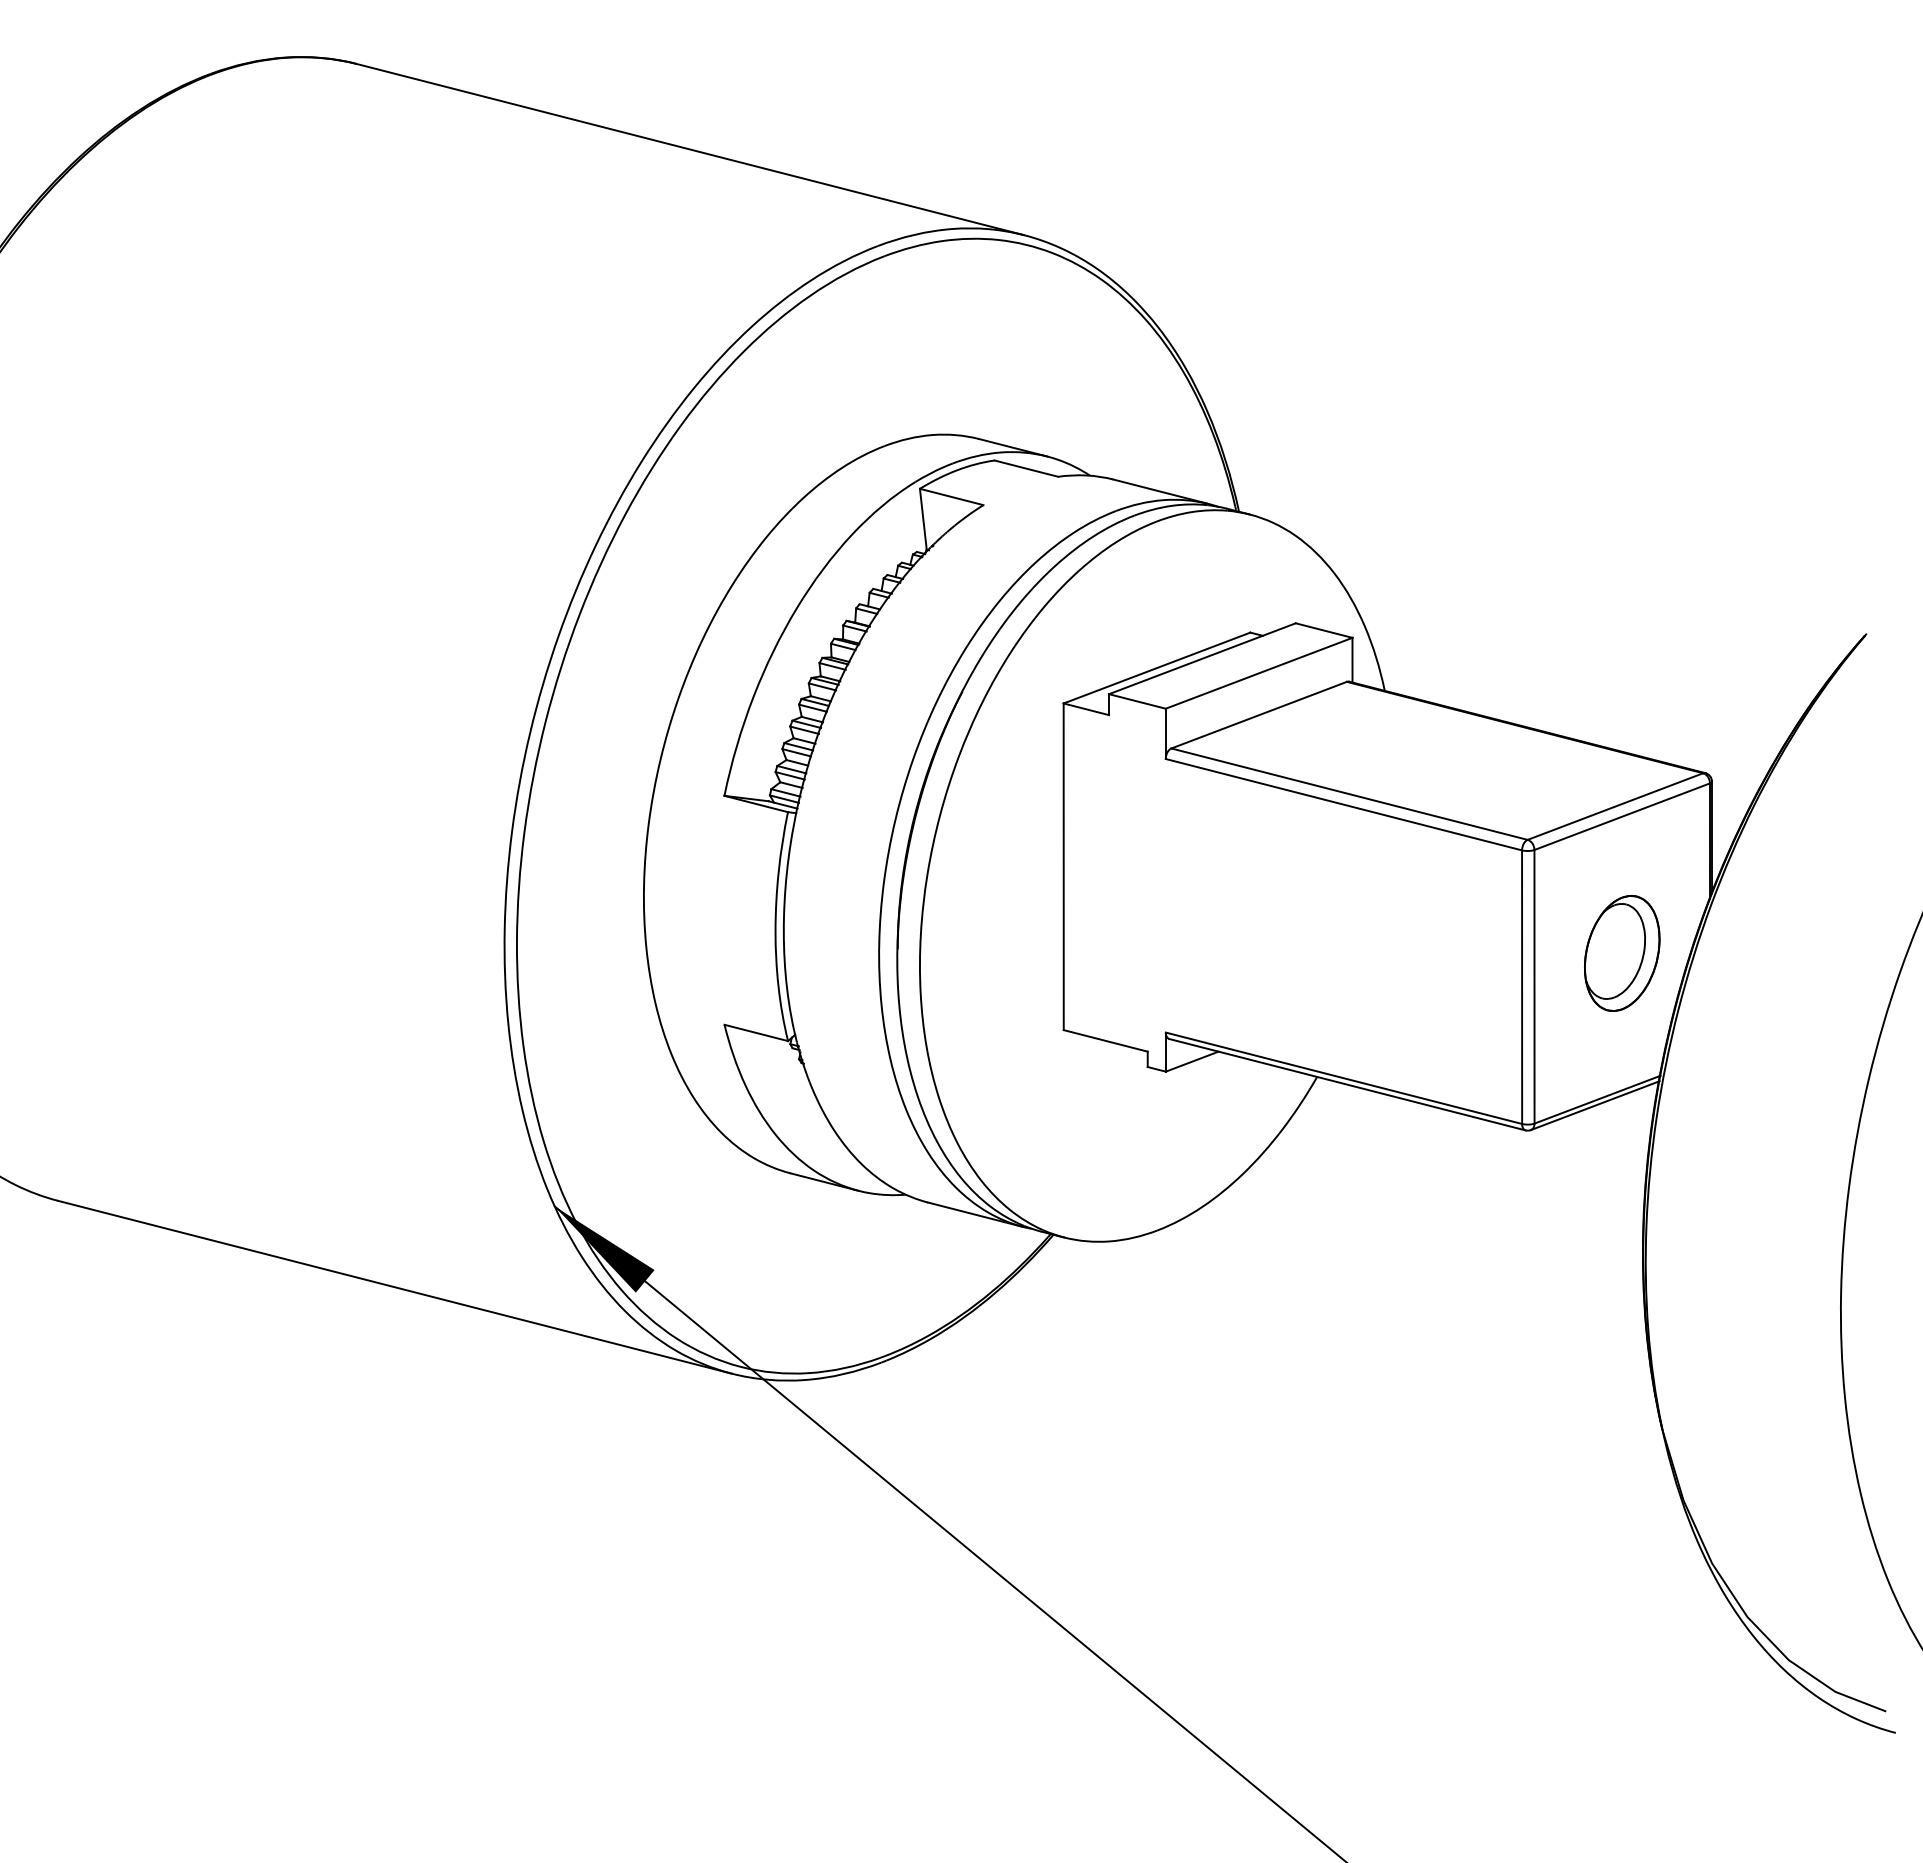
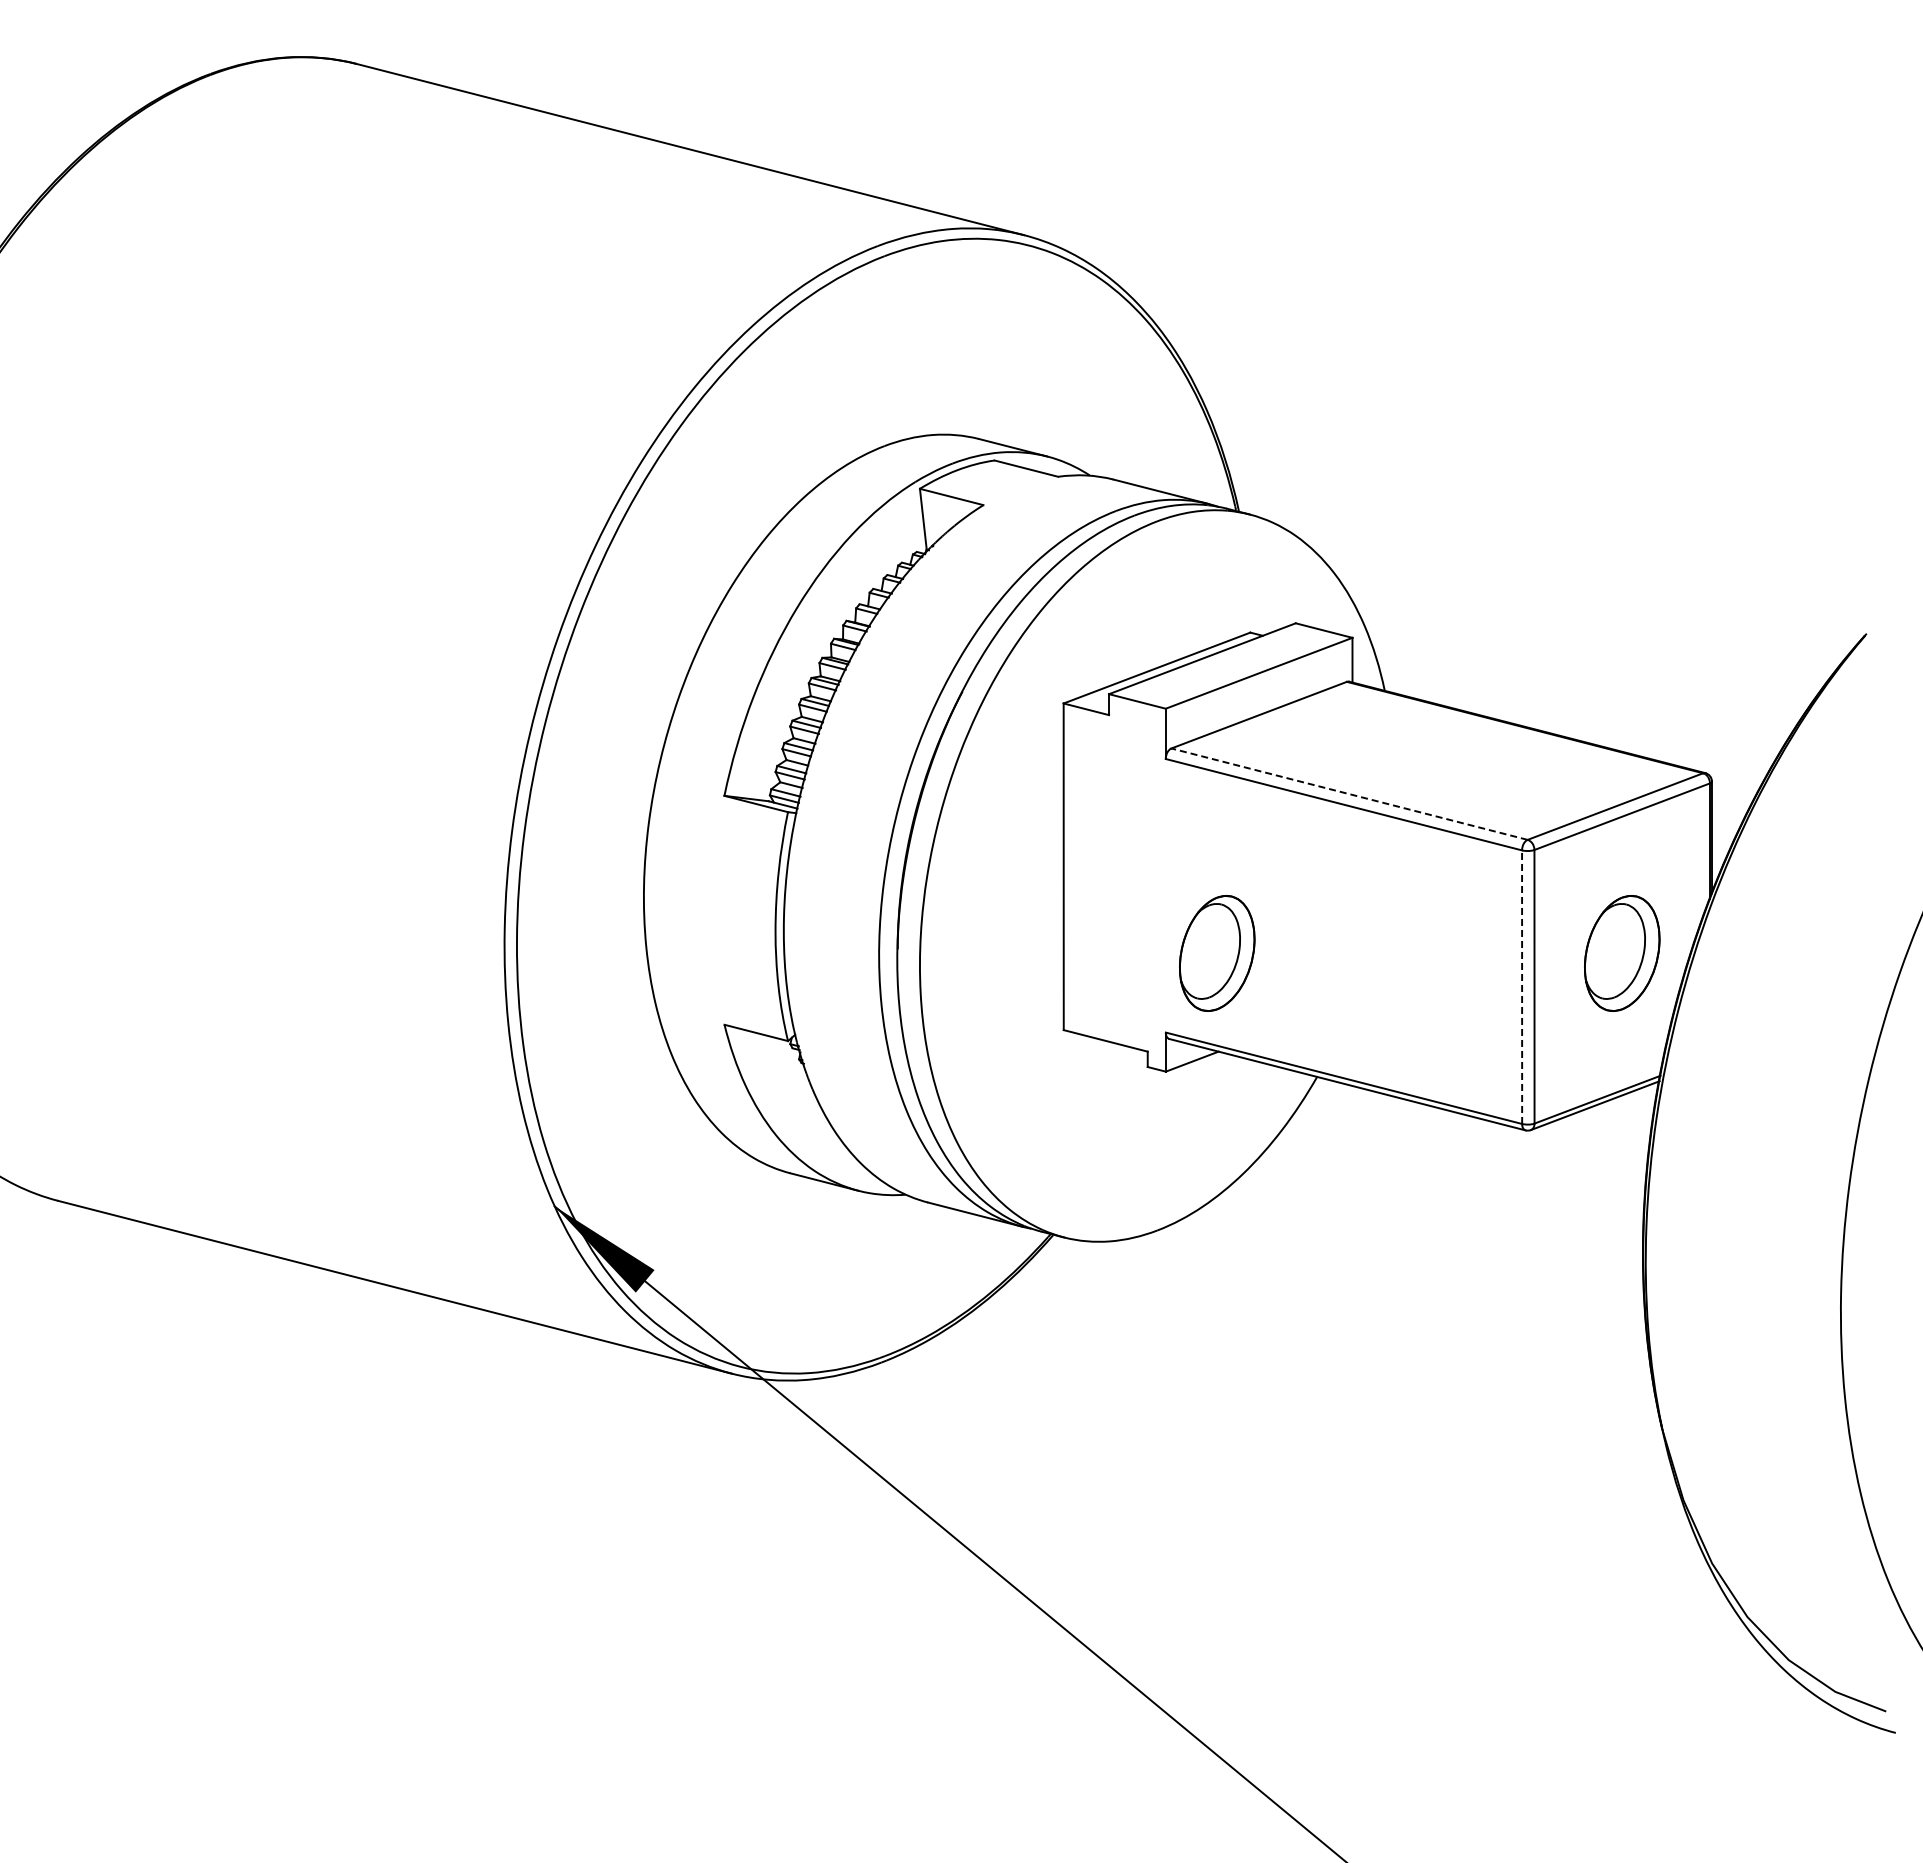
line at (1349, 794): solid -> dashed
part at (1217, 953): none -> present
line at (1522, 987): solid -> dashed
